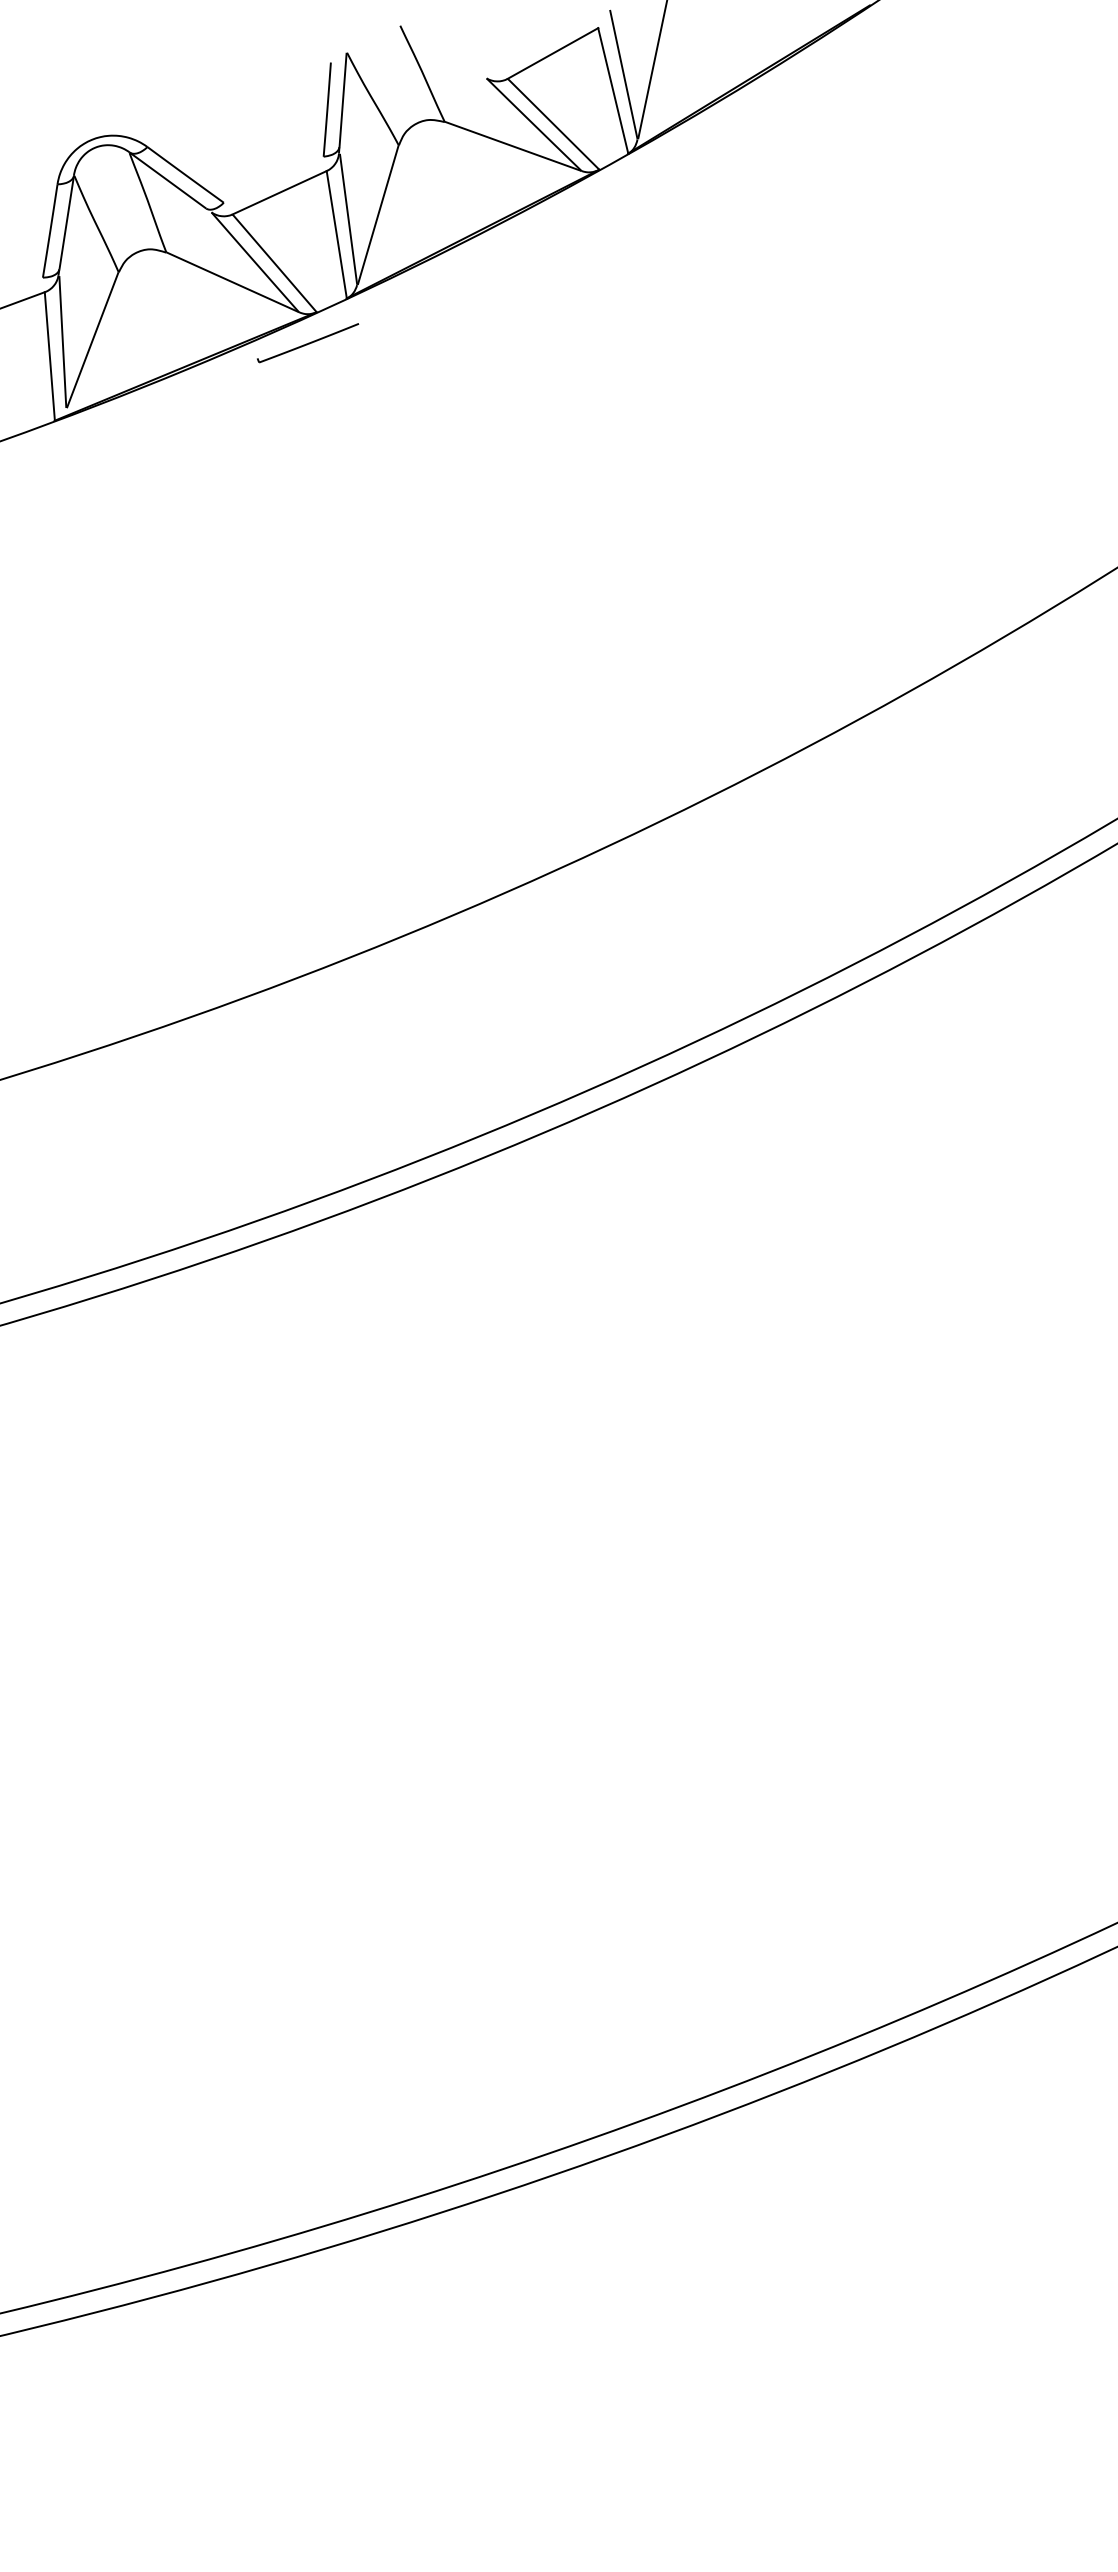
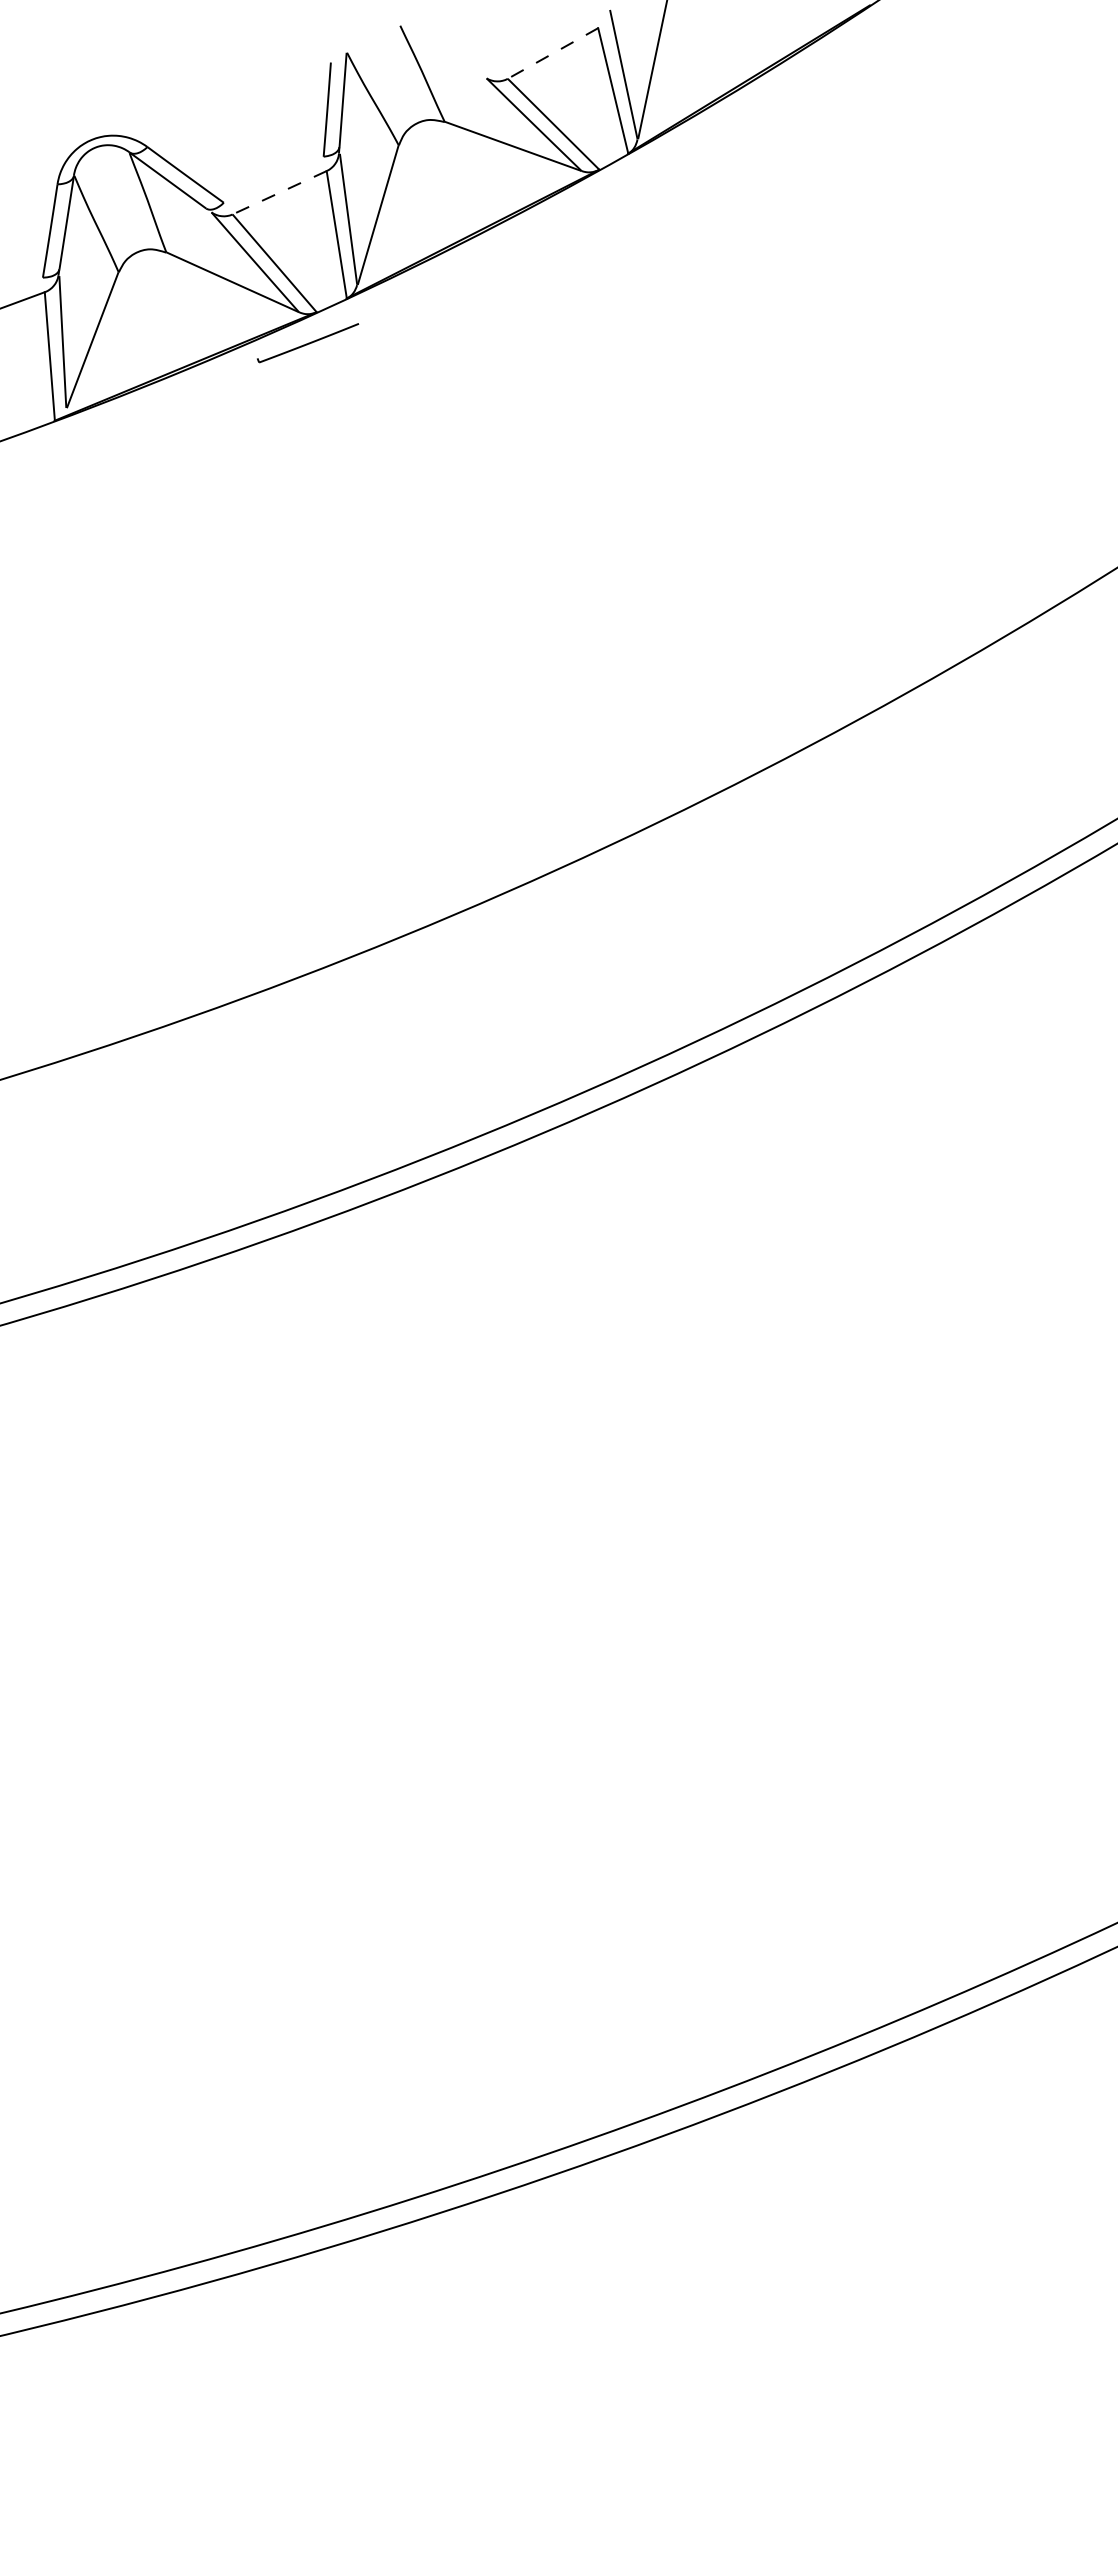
line at (553, 53): solid -> dashed
line at (279, 192): solid -> dashed
